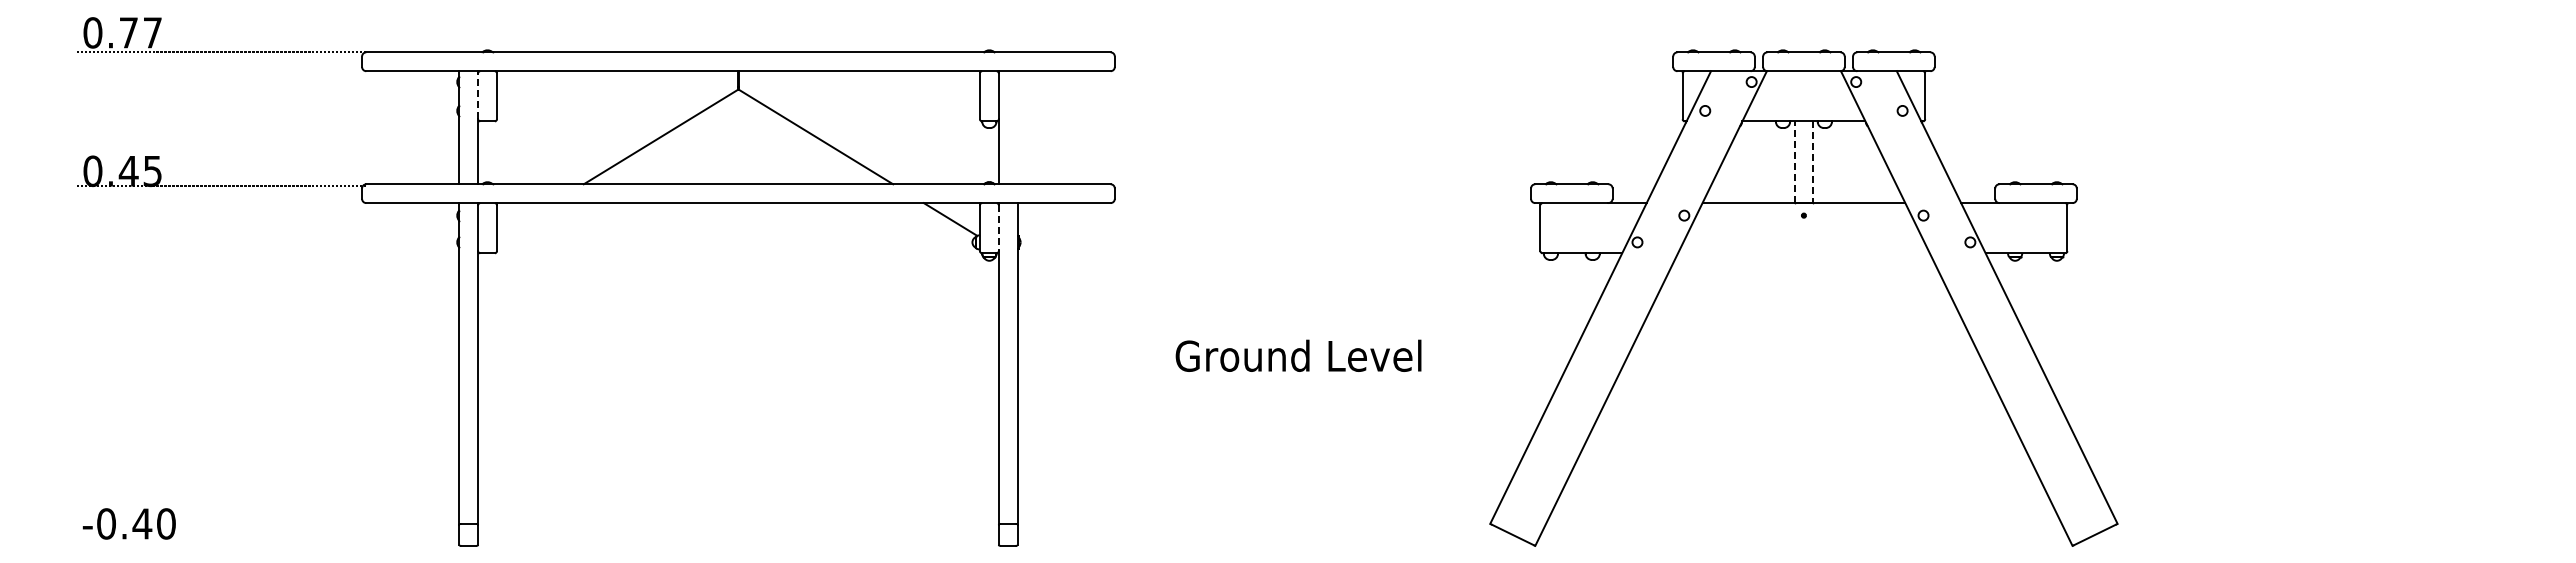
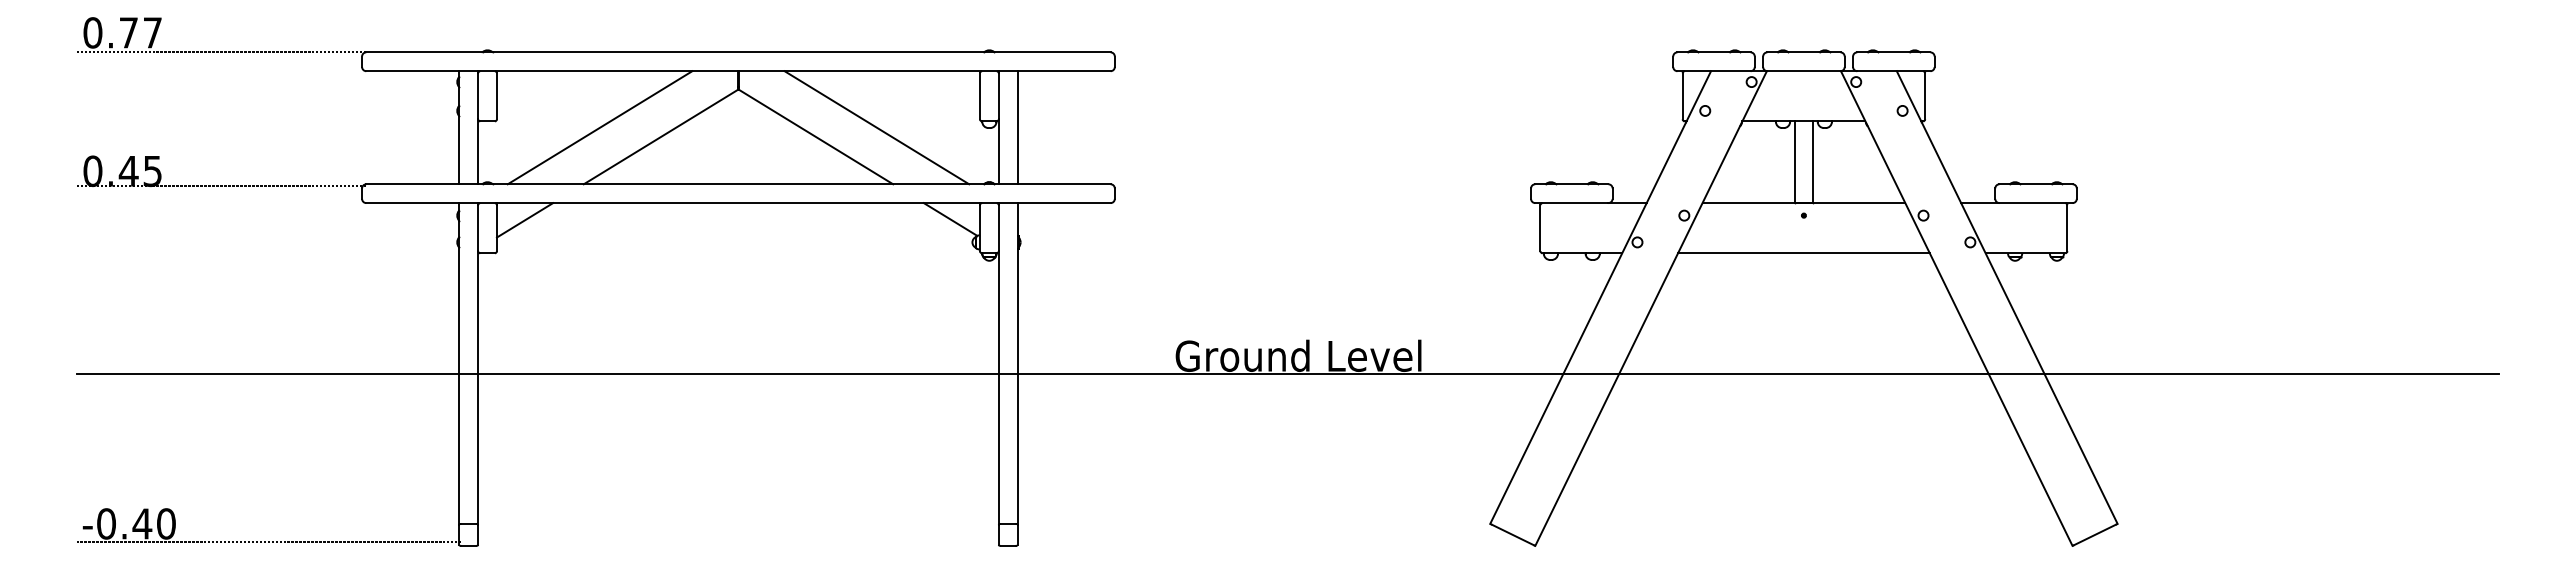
line at (478, 95): dashed -> solid
line at (599, 127): none -> present
line at (876, 127): none -> present
line at (1017, 127): none -> present
line at (1794, 162): dashed -> solid
line at (1813, 162): dashed -> solid
line at (524, 220): none -> present
line at (998, 228): dashed -> solid
line at (1803, 253): none -> present
line at (1287, 374): none -> present
line at (269, 541): none -> present
